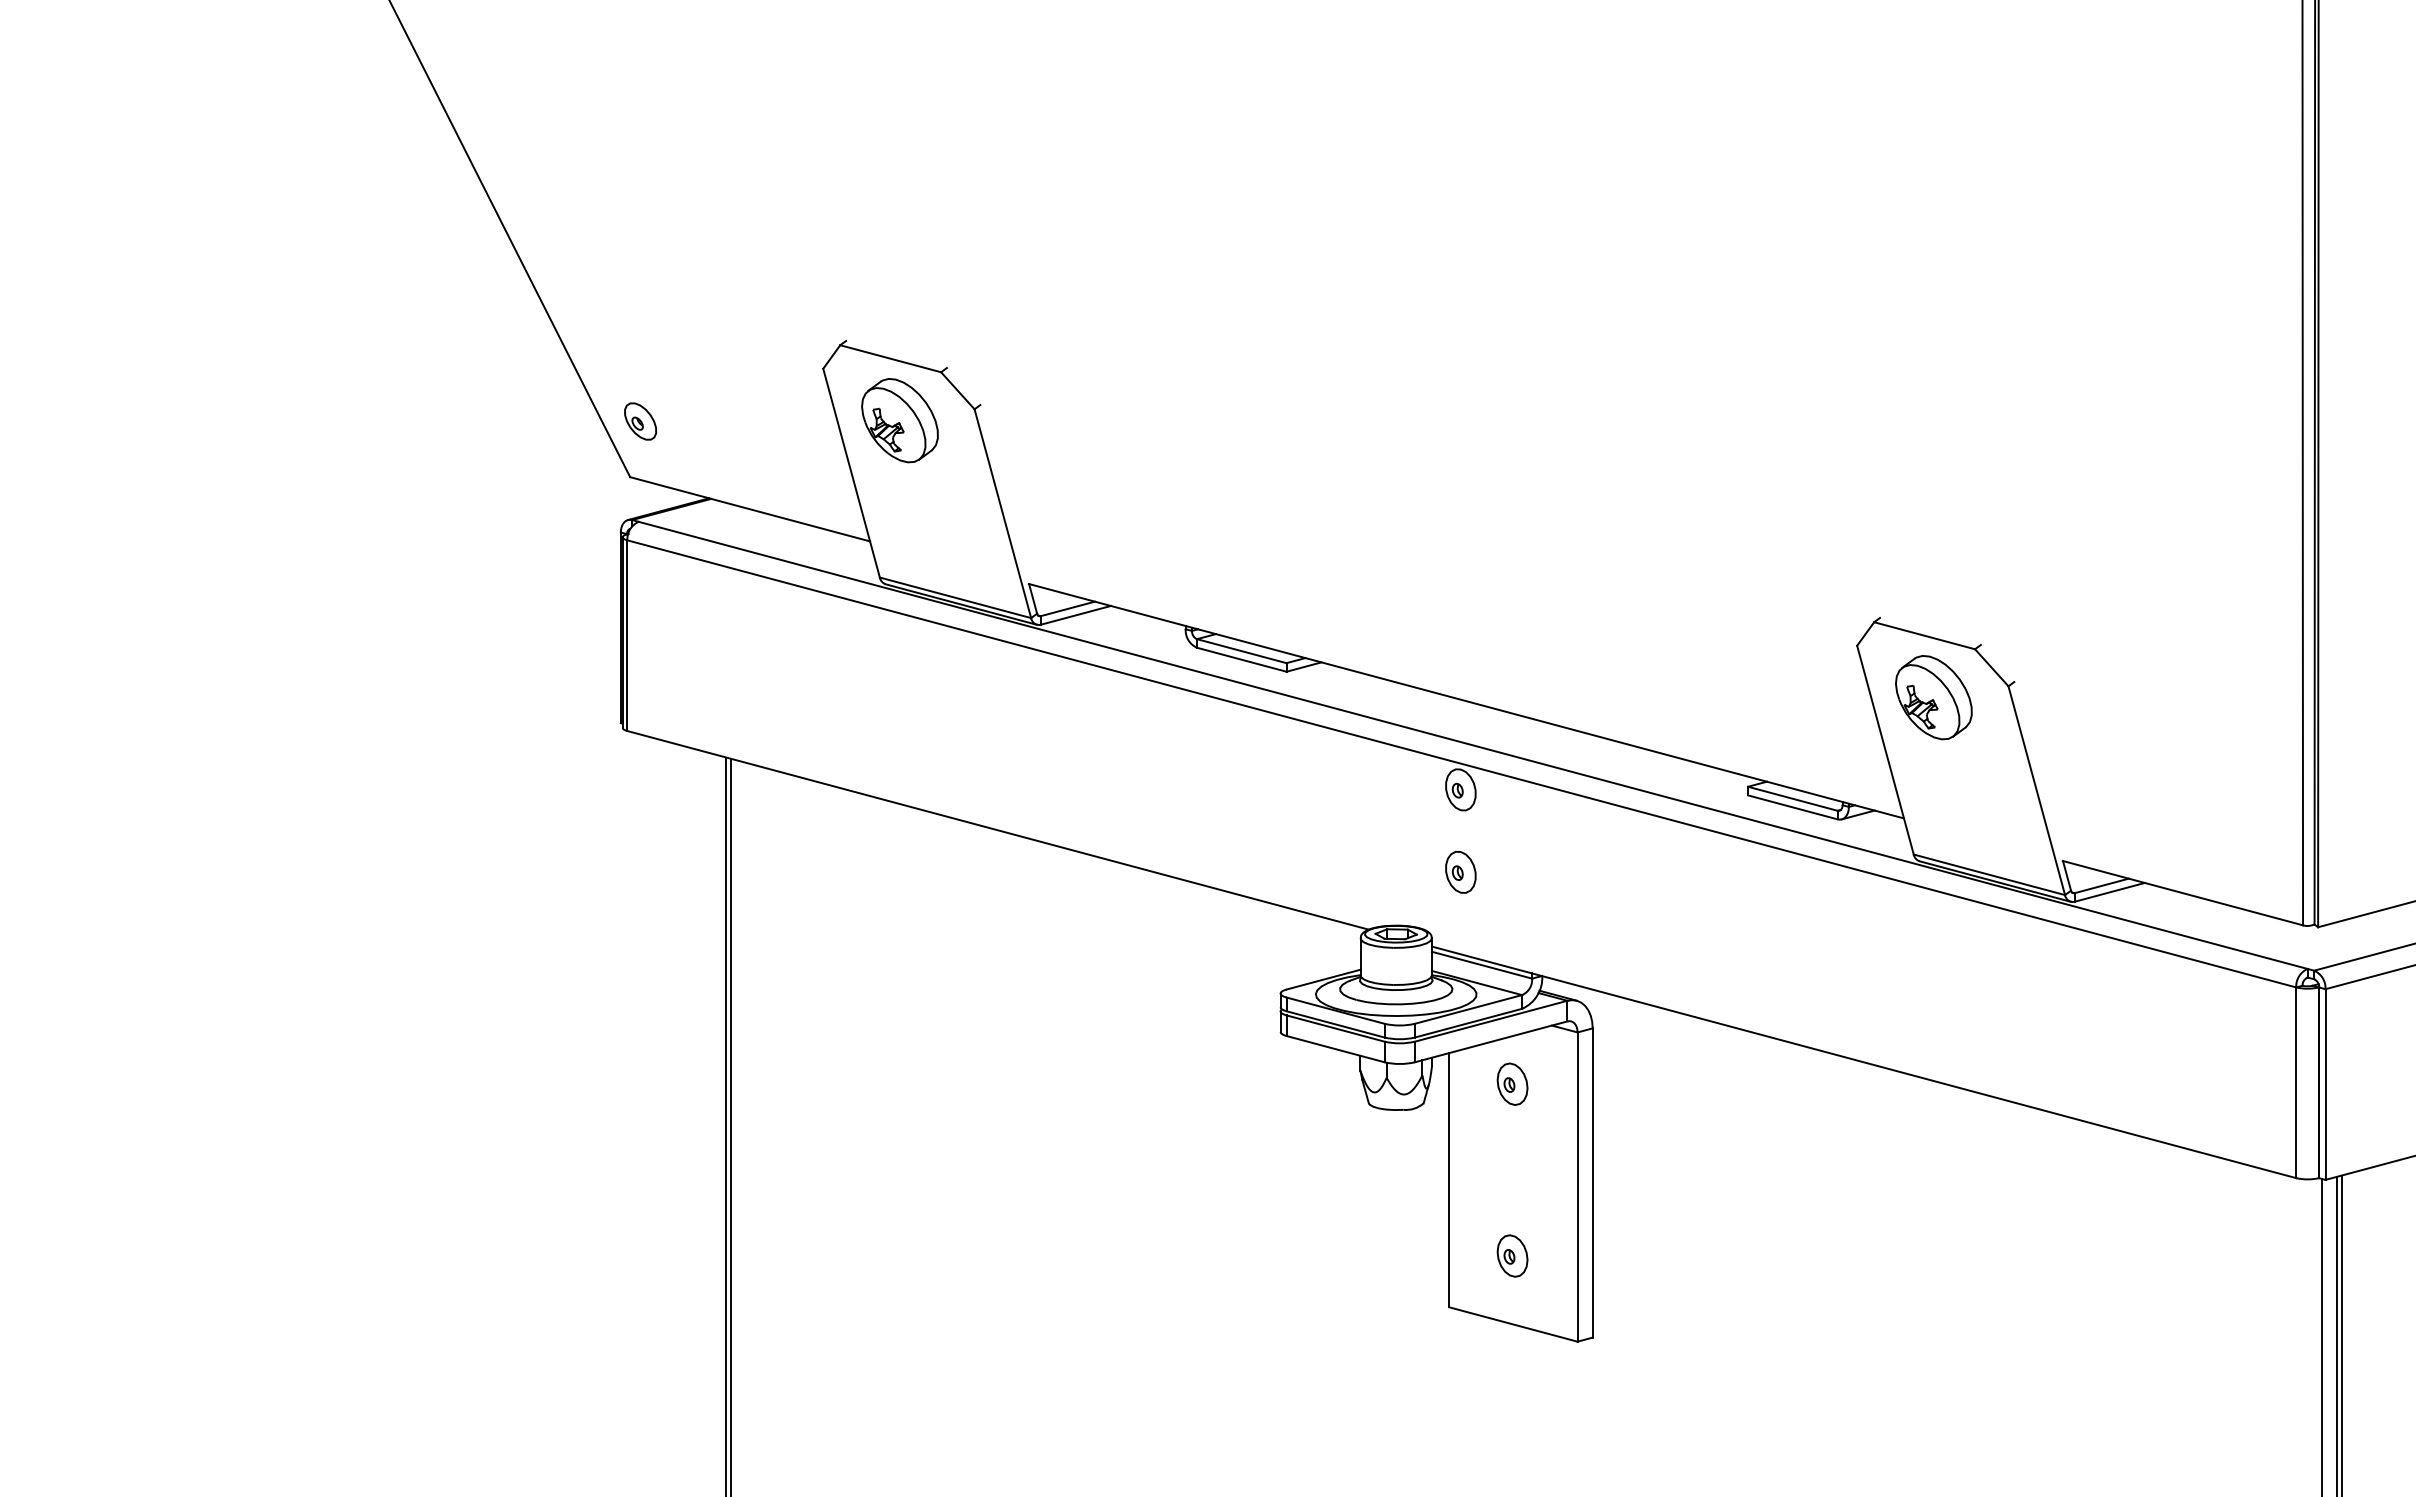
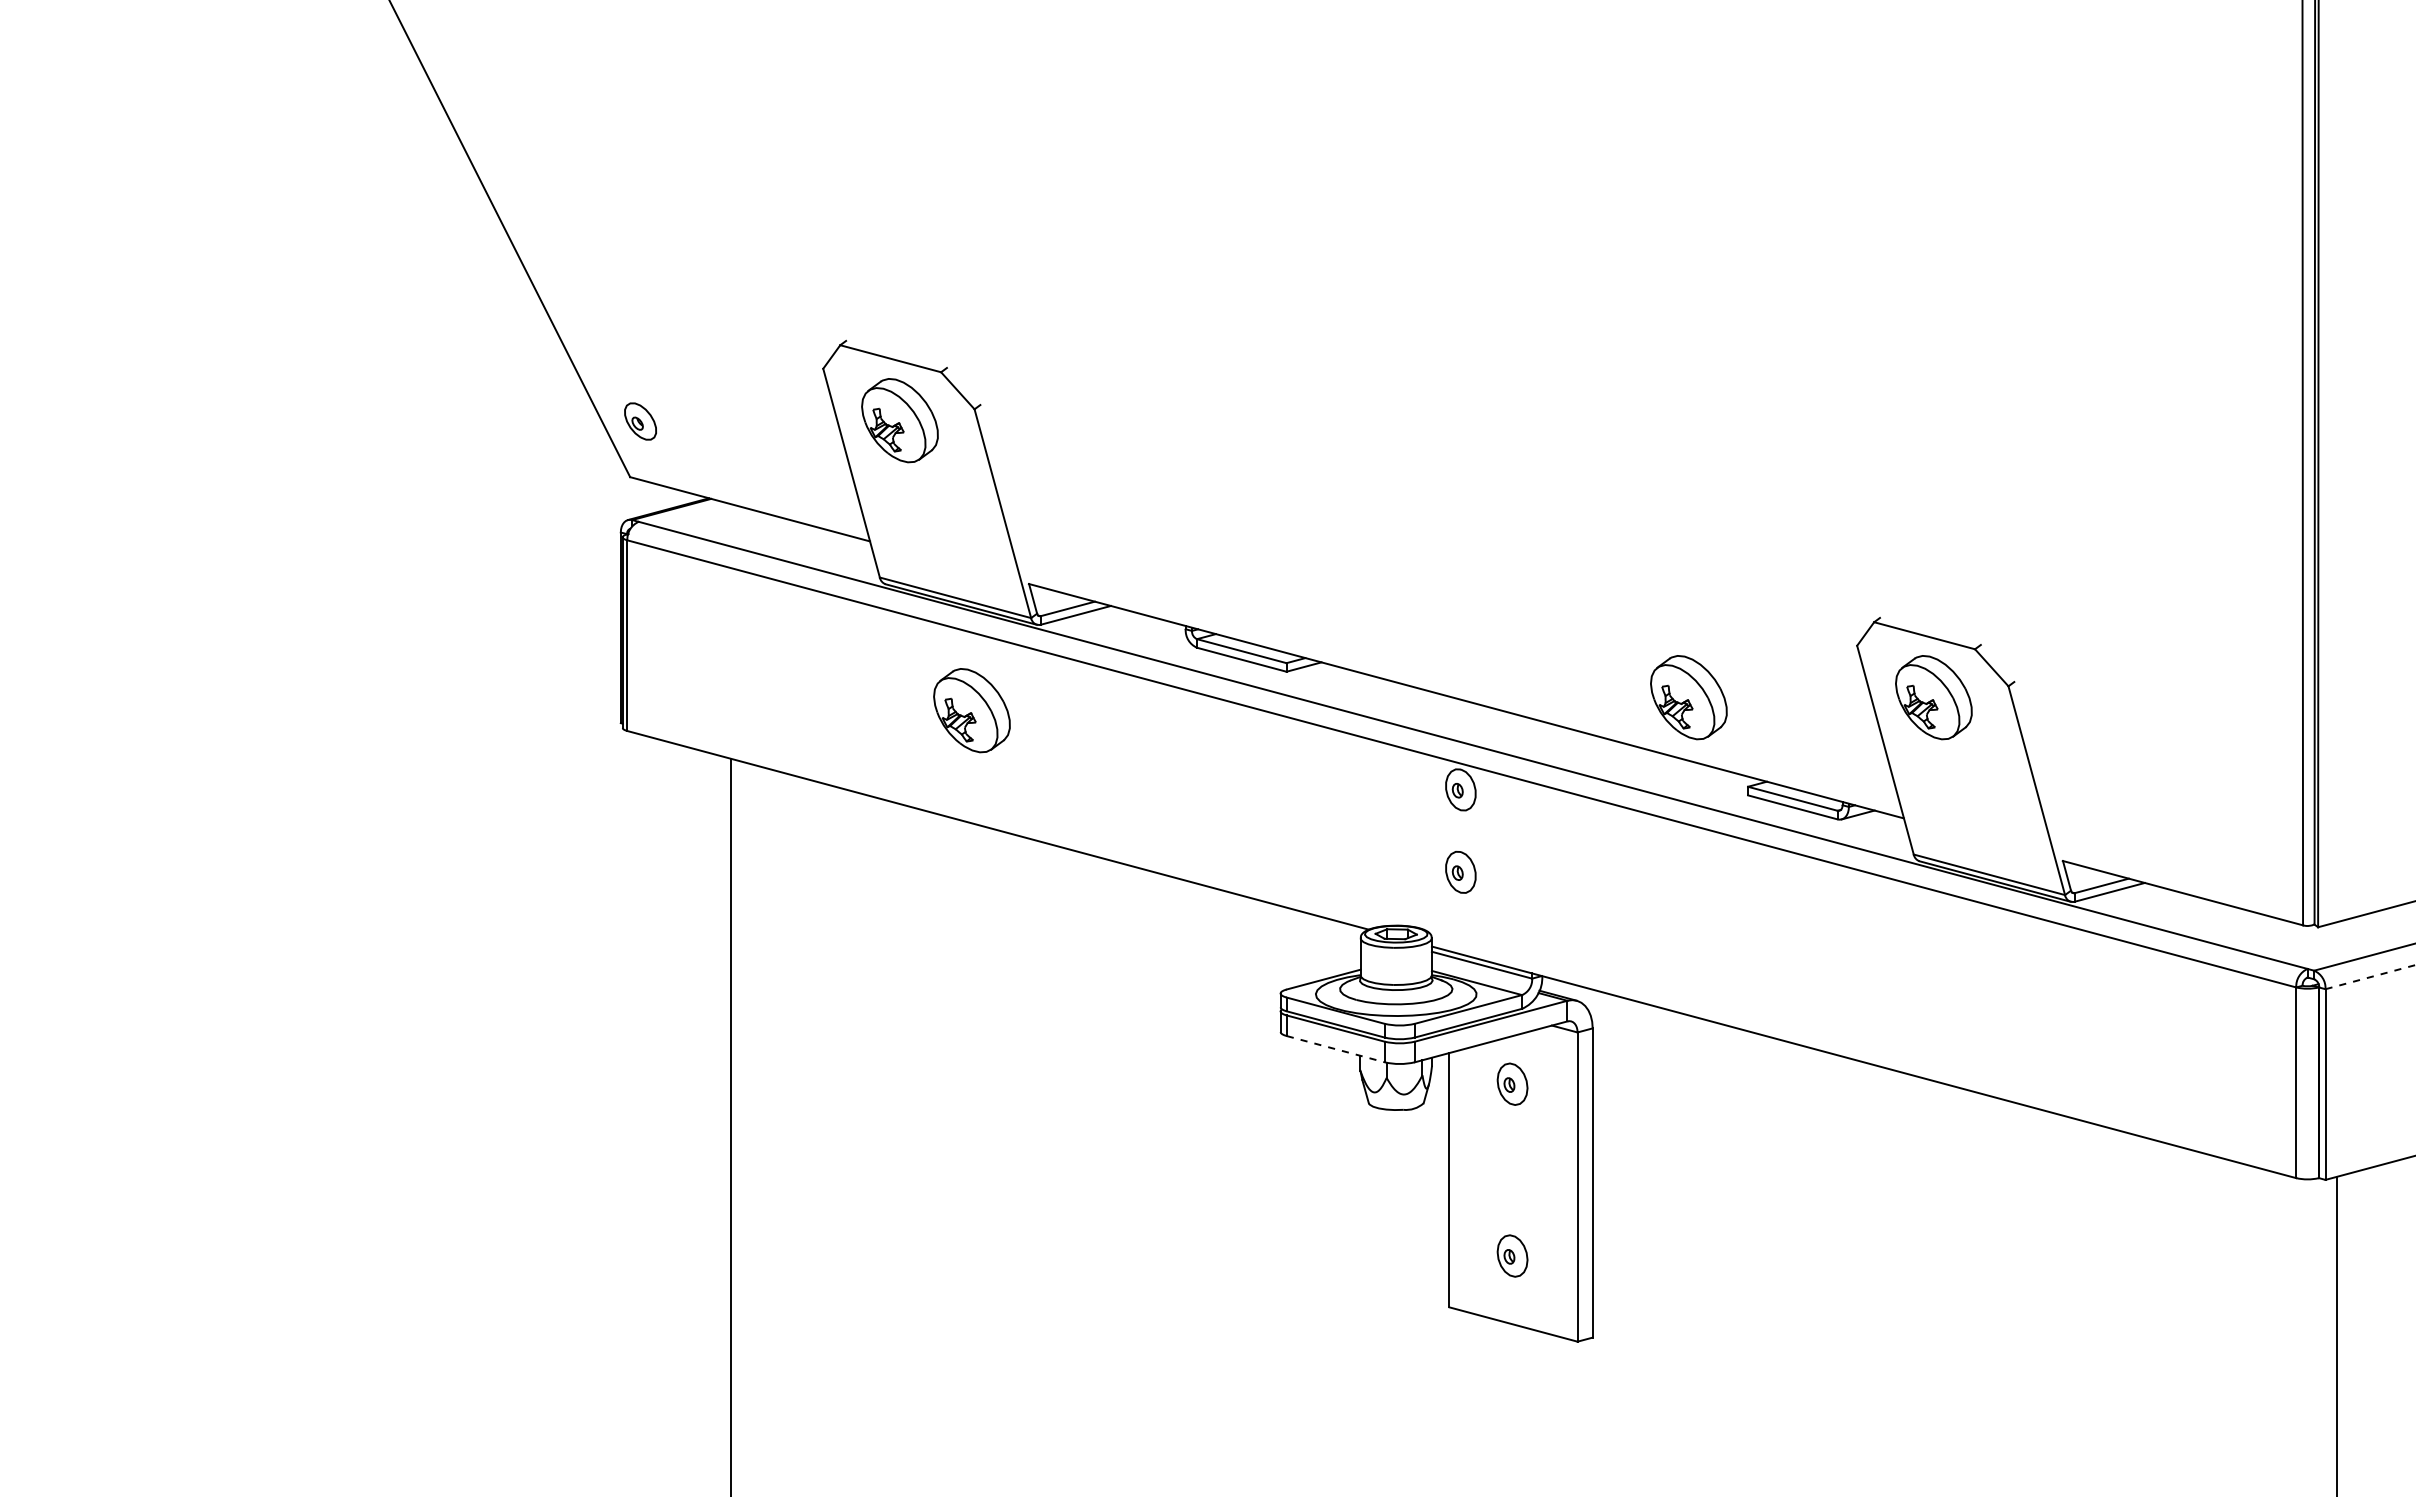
part at (1688, 697): none -> present
part at (971, 710): none -> present
line at (2370, 977): solid -> dashed
line at (1335, 1049): solid -> dashed
line at (726, 1125): present -> none
line at (2341, 1334): present -> none
line at (2321, 1335): present -> none
